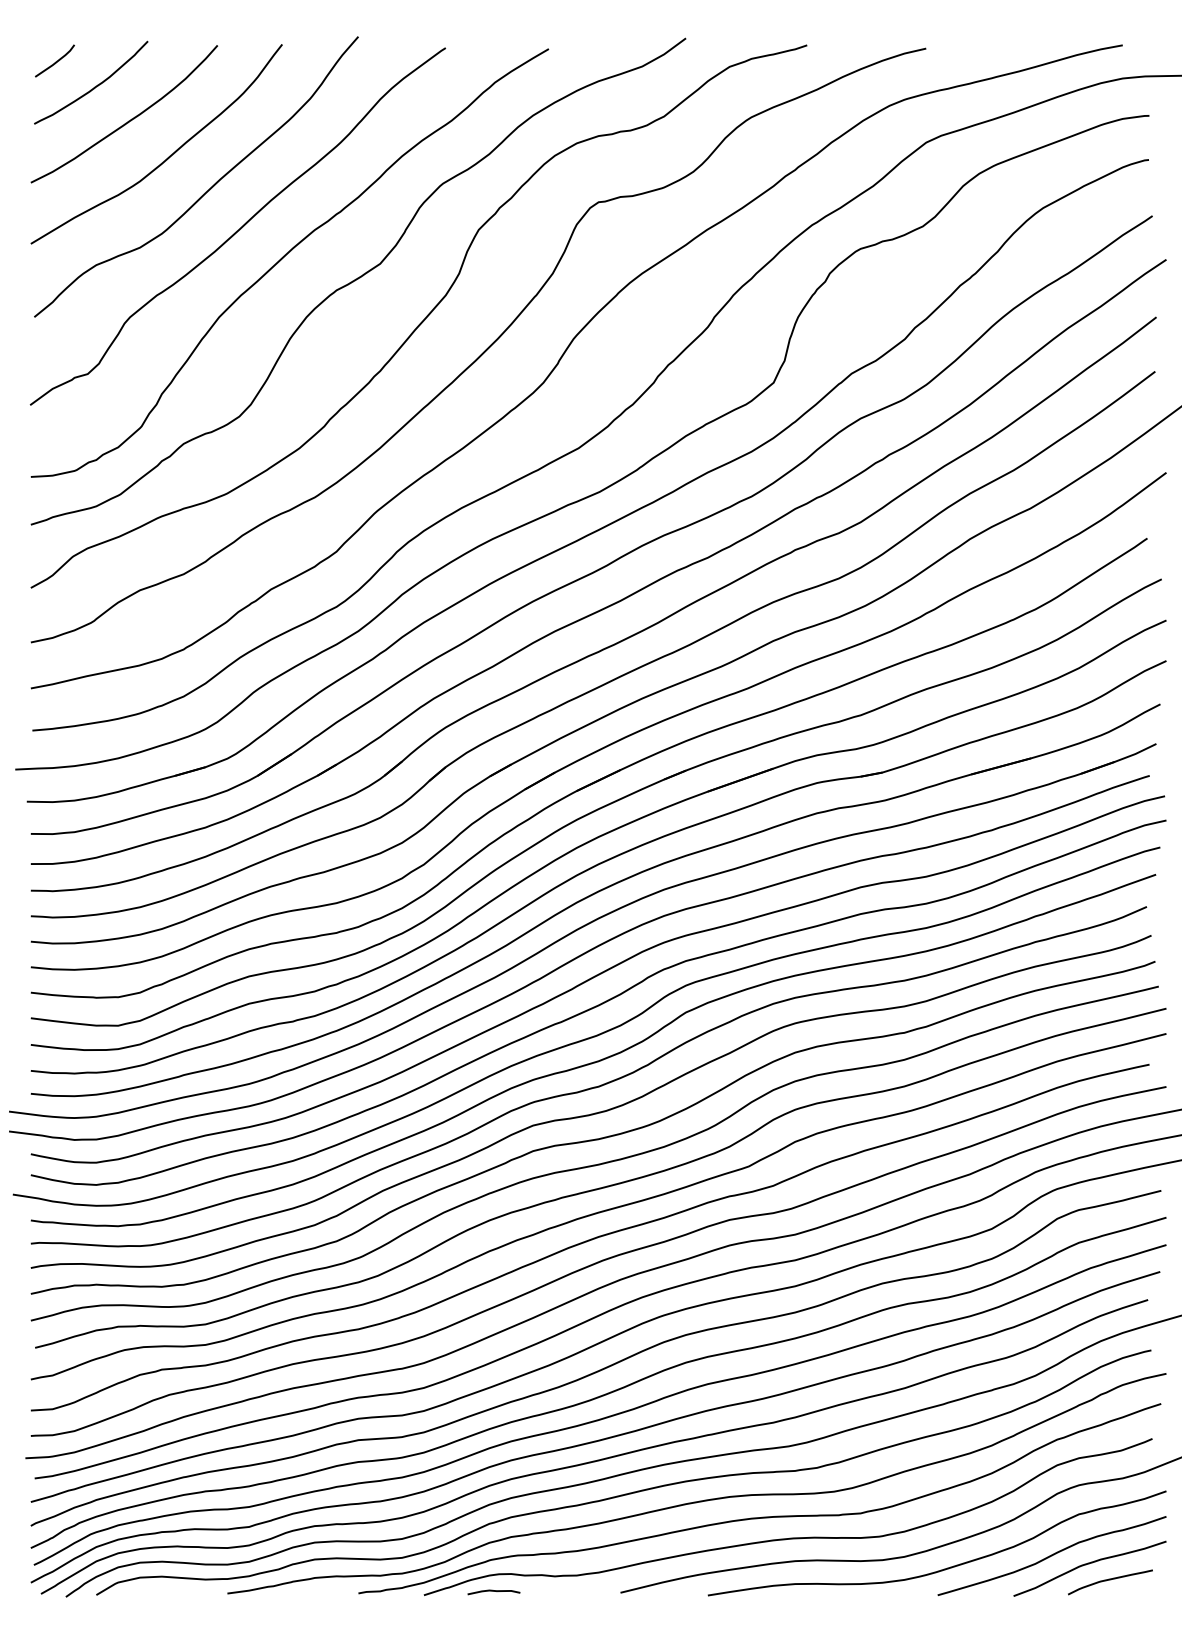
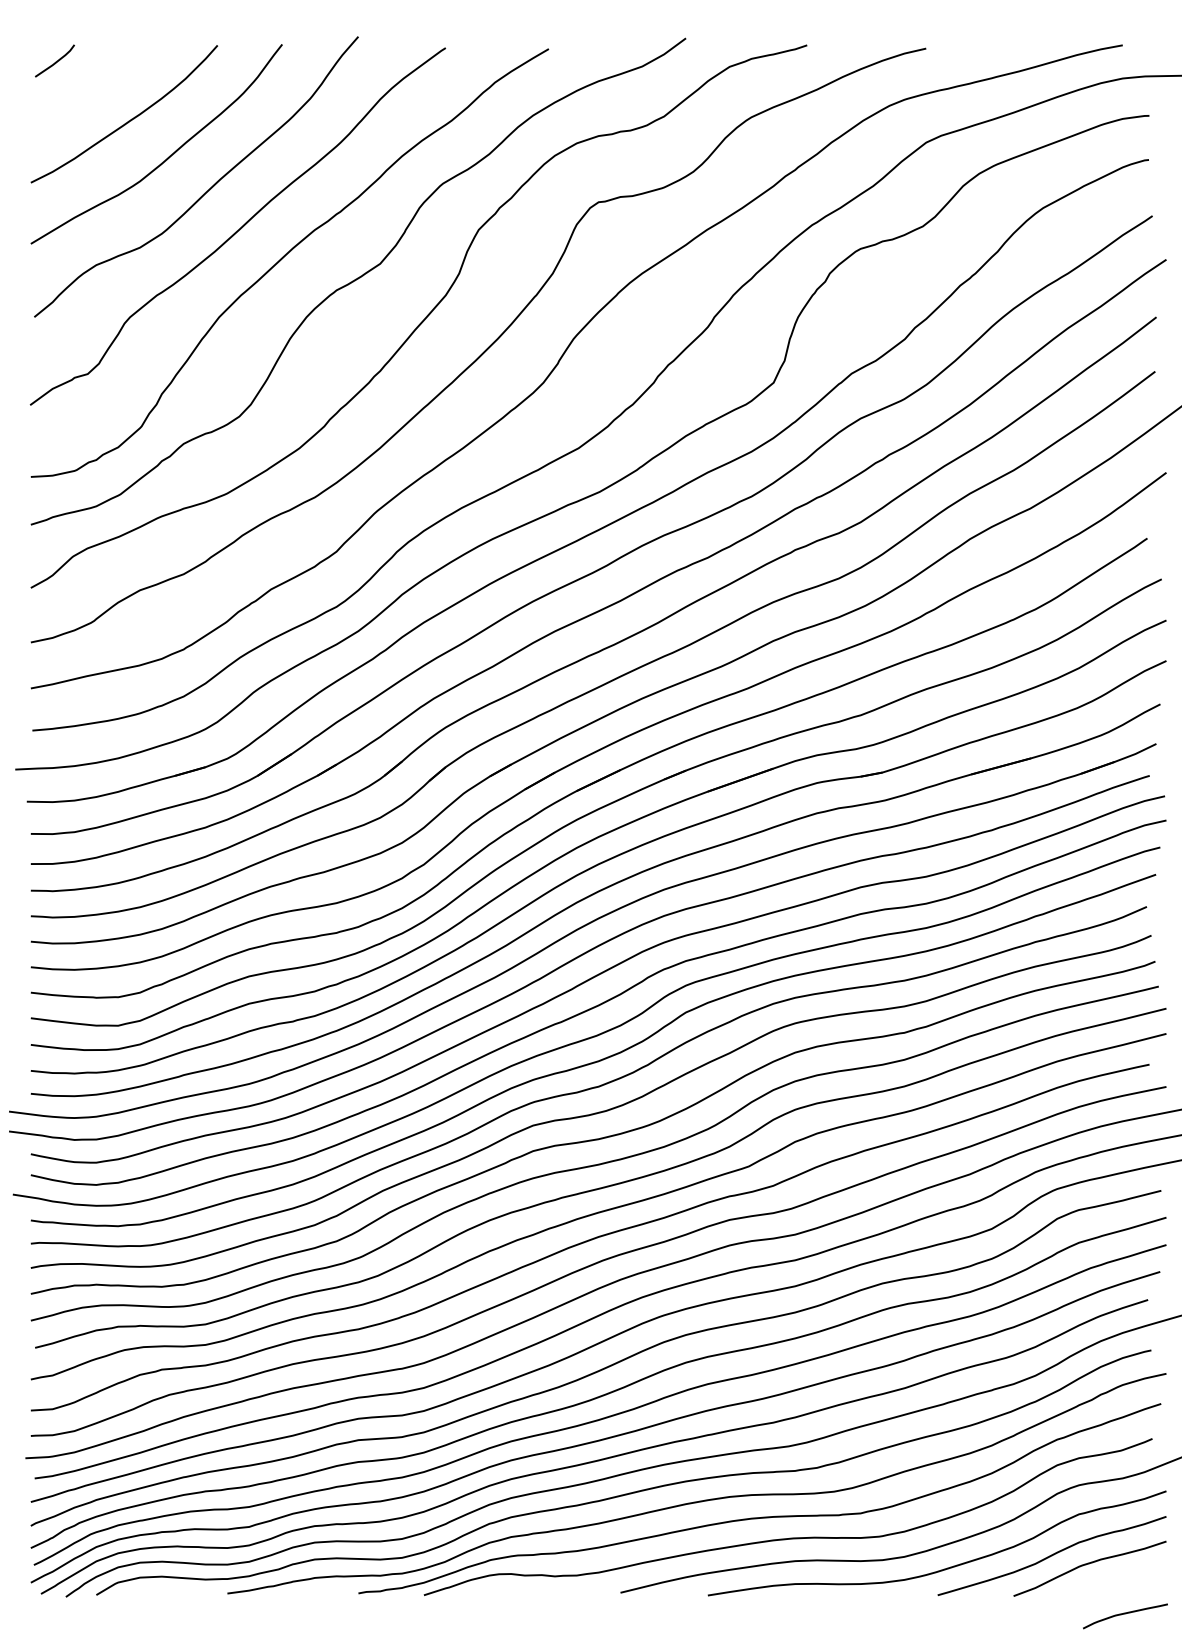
curve at (94, 86): present -> none
curve at (1110, 1580) position: (1110, 1580) -> (1125, 1614)
curve at (493, 1591): present -> none
